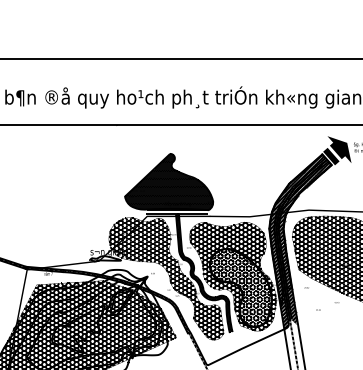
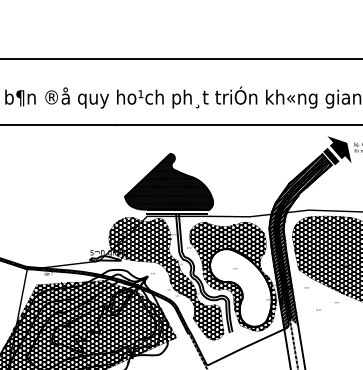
hatch at (204, 273): present -> none
hatch at (240, 287): present -> none
